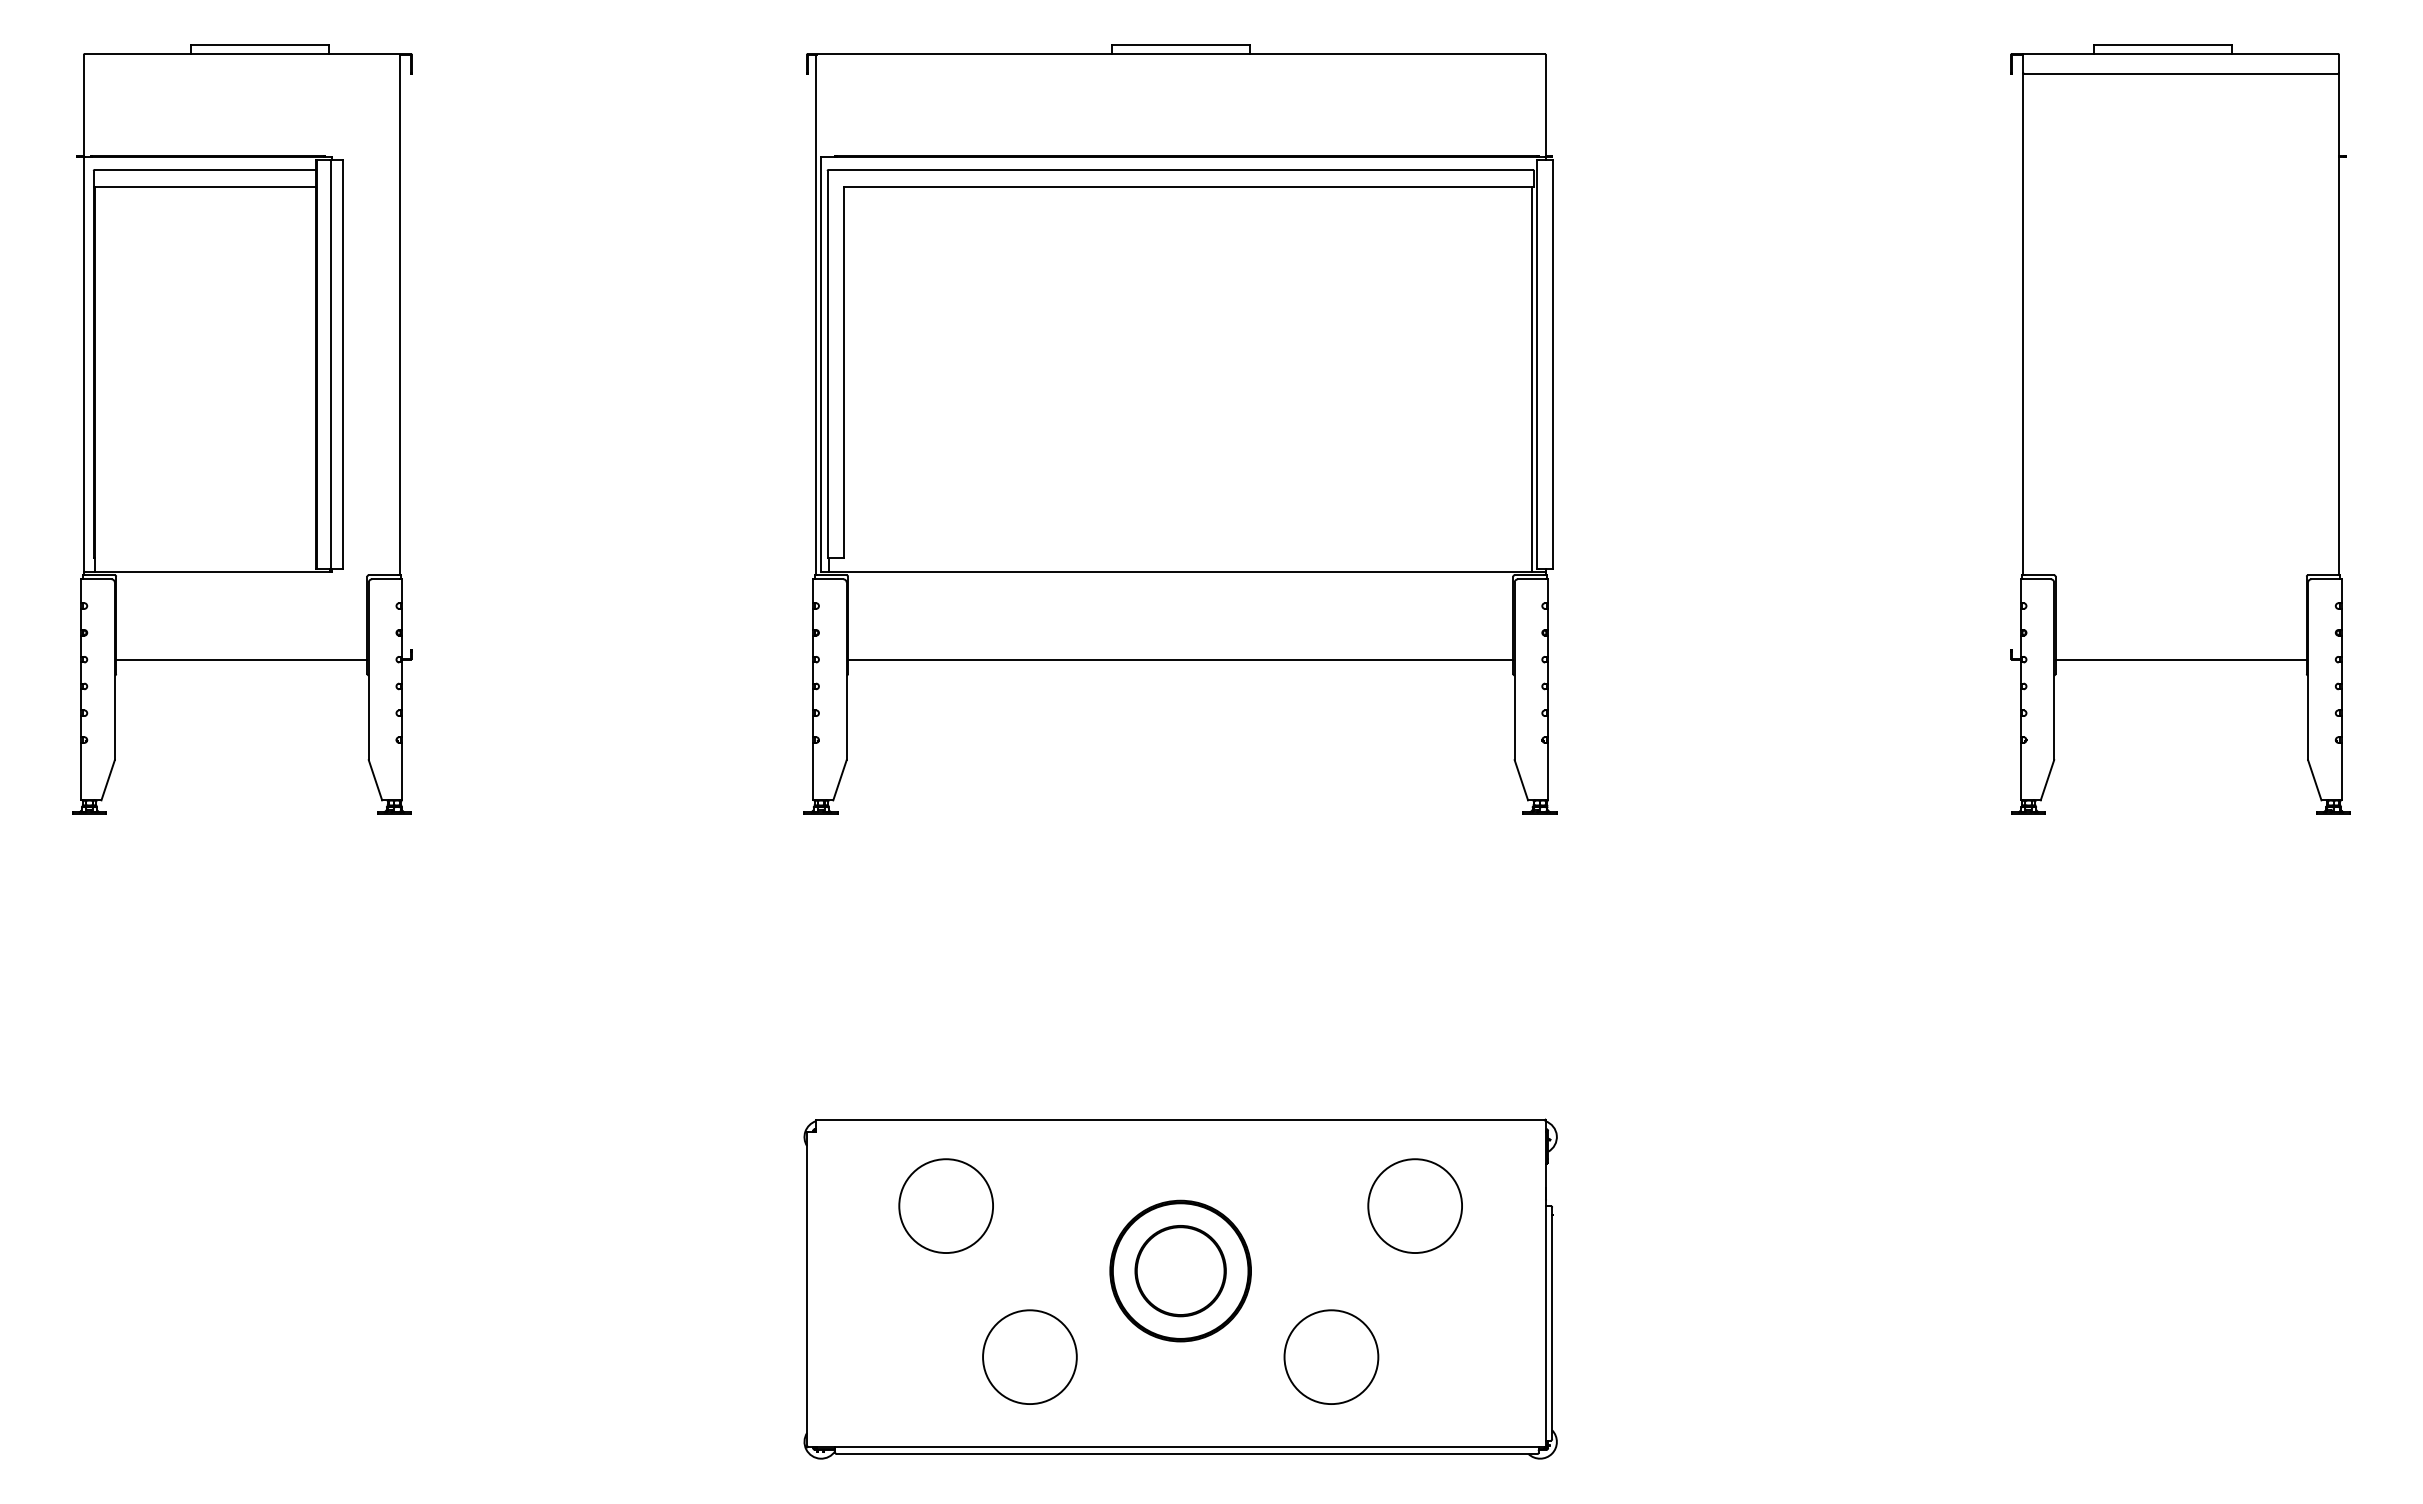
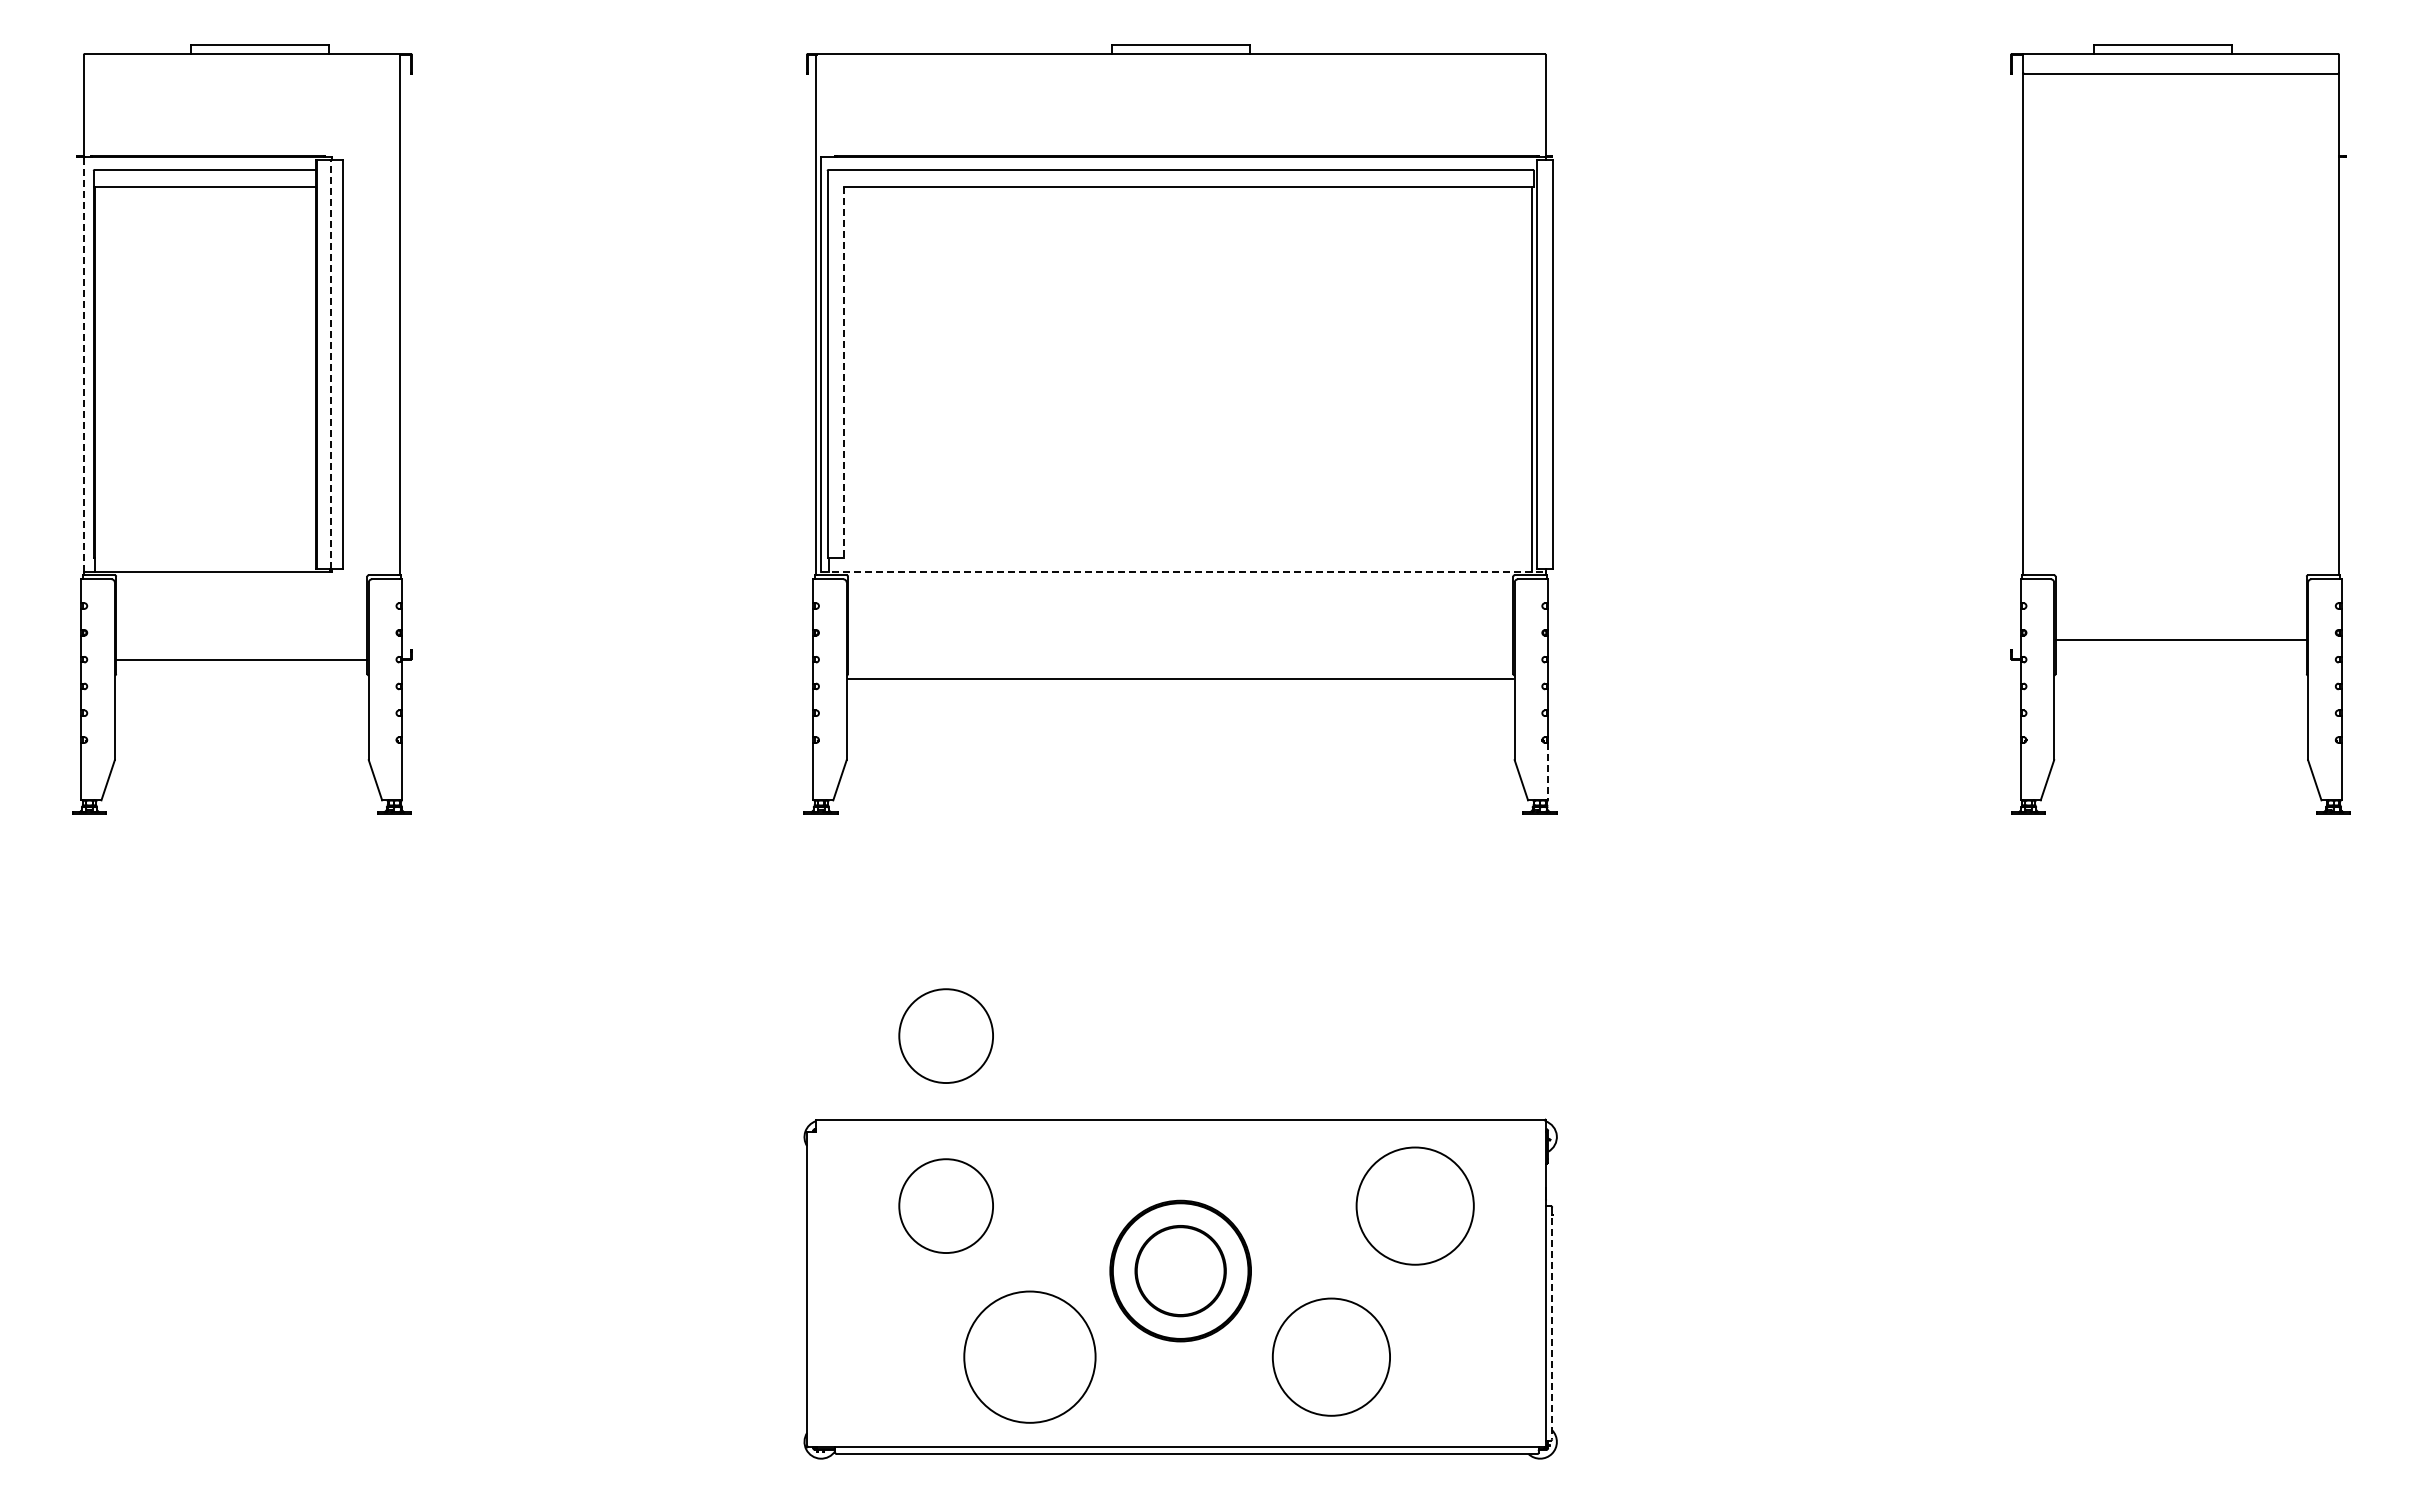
line at (330, 363): solid -> dashed
line at (84, 364): solid -> dashed
line at (844, 372): solid -> dashed
line at (1183, 571): solid -> dashed
line at (1180, 659) position: (1180, 659) -> (1180, 678)
line at (2180, 659) position: (2180, 659) -> (2180, 639)
line at (1548, 771): solid -> dashed
circle at (945, 1035): none -> present
circle at (1414, 1205) size: 96x96 px -> 120x120 px
line at (1552, 1323): solid -> dashed
circle at (1029, 1357) diameter: 94 px -> 131 px
circle at (1331, 1357) diameter: 94 px -> 117 px
